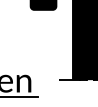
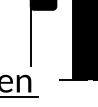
line at (30, 36): none -> present
